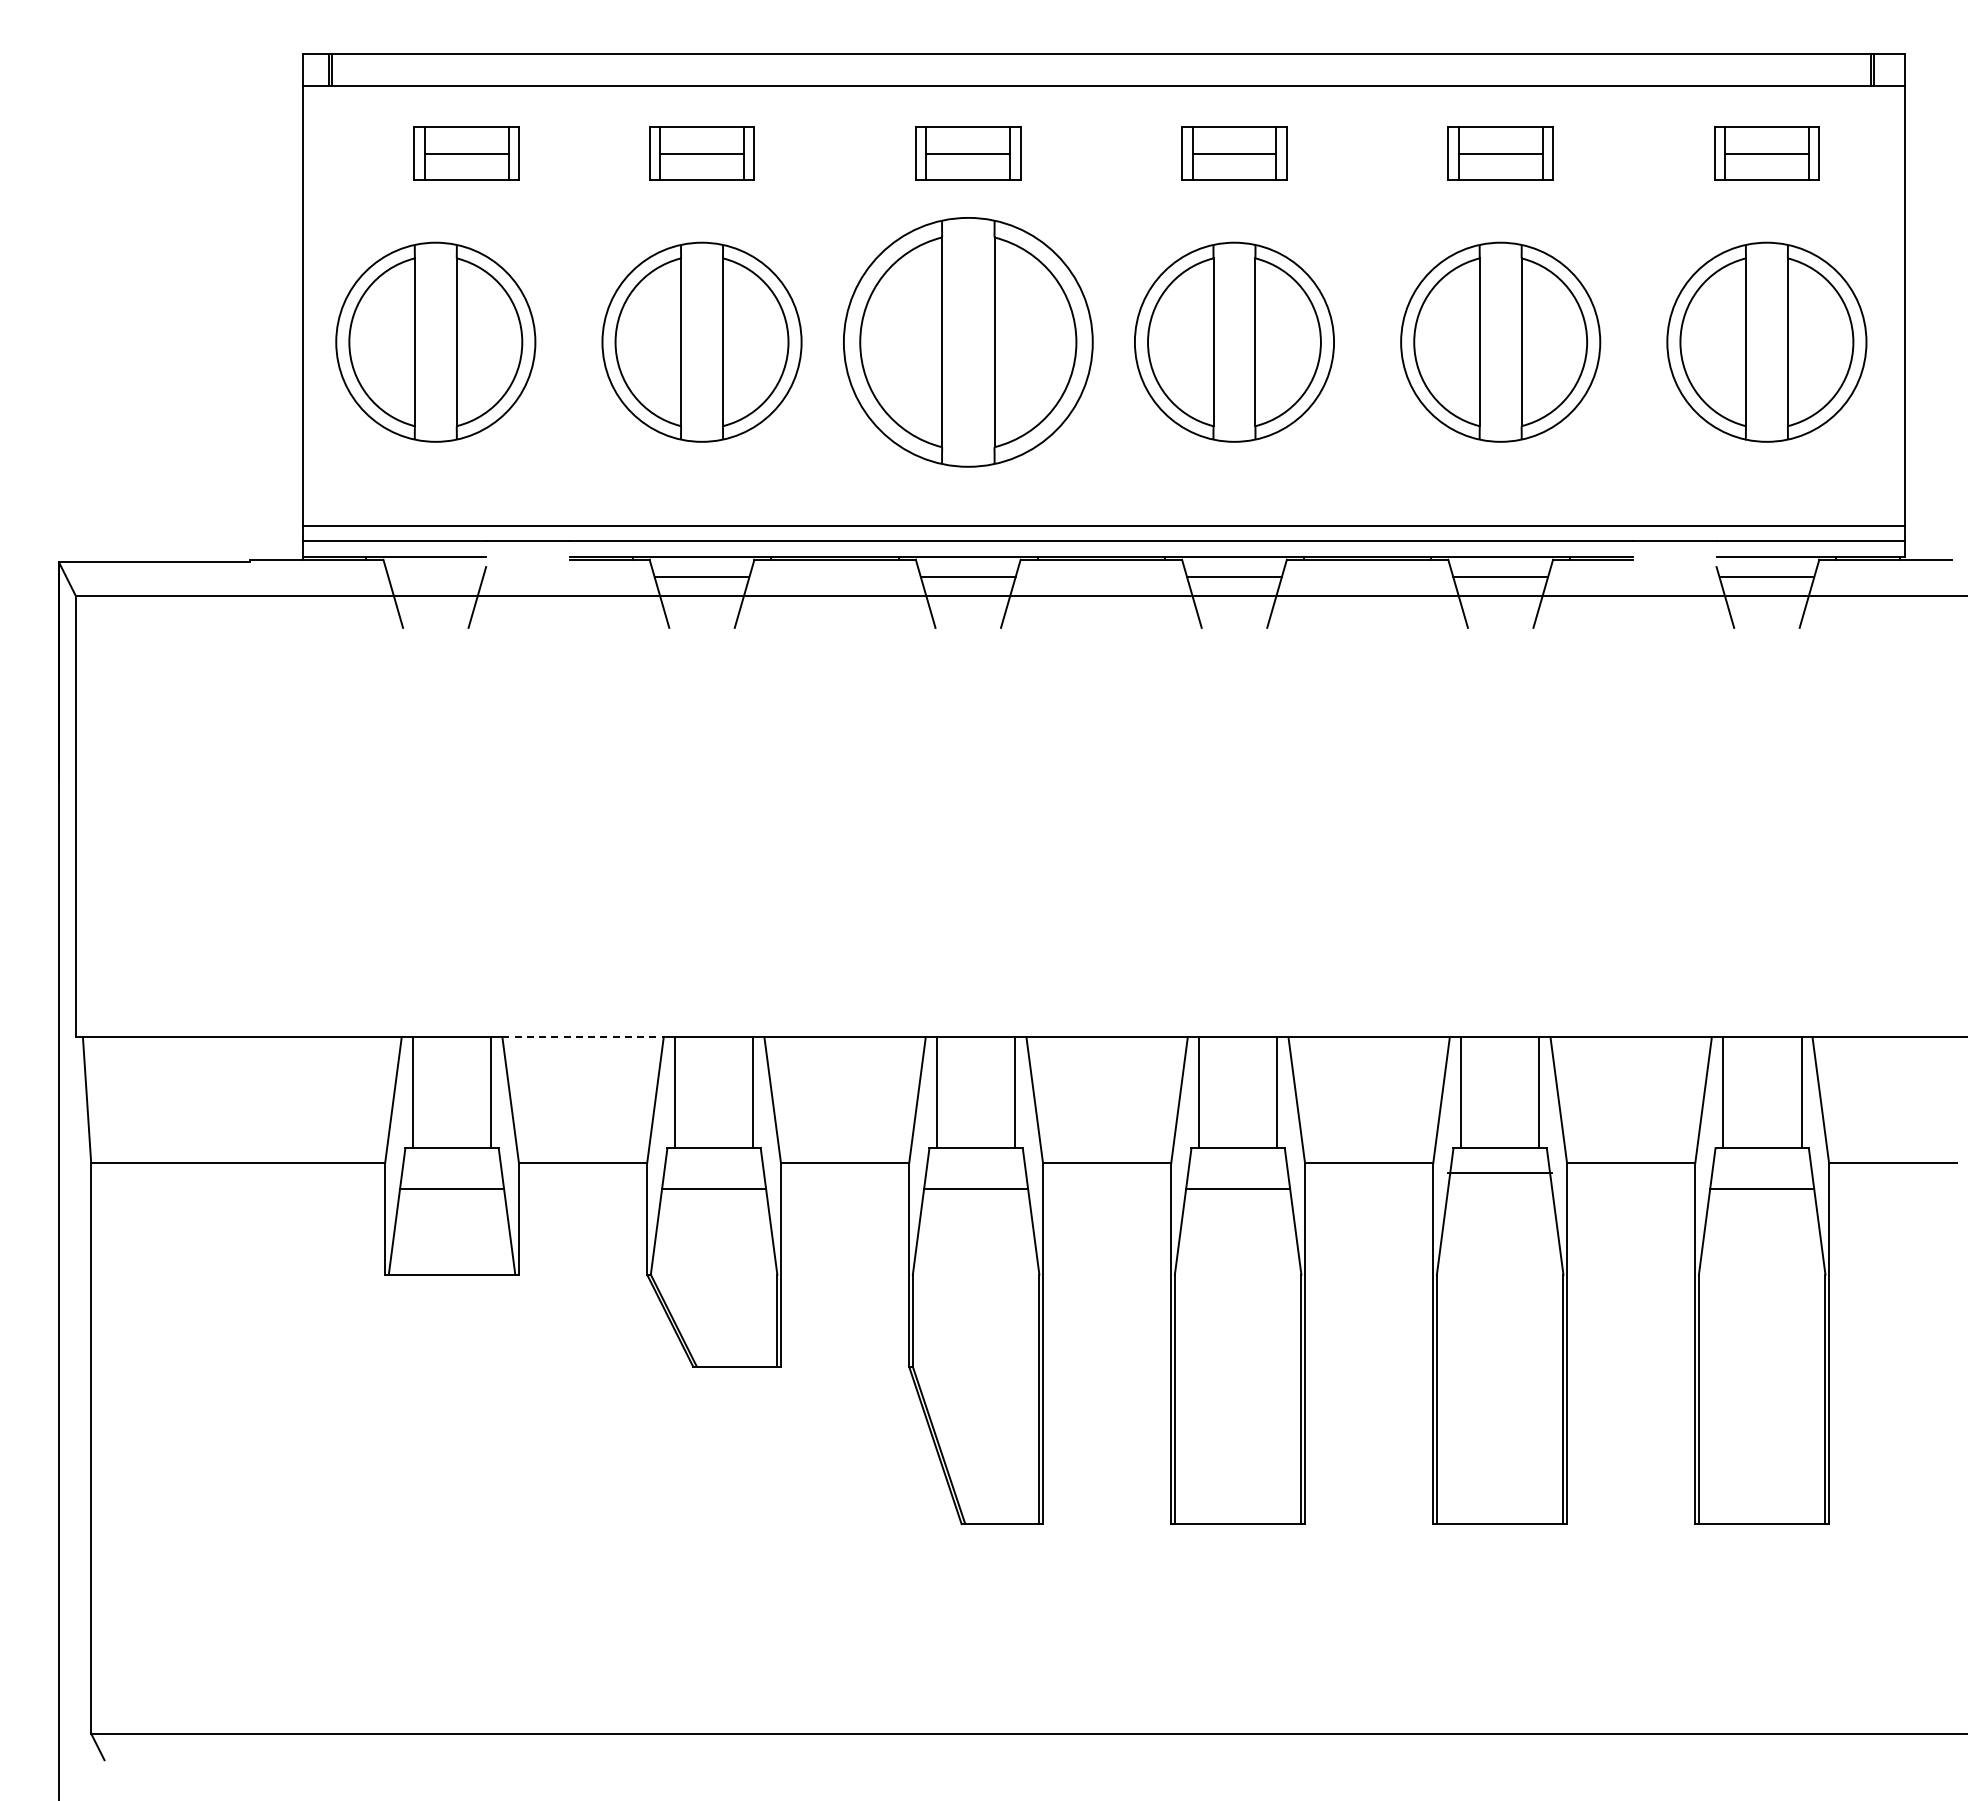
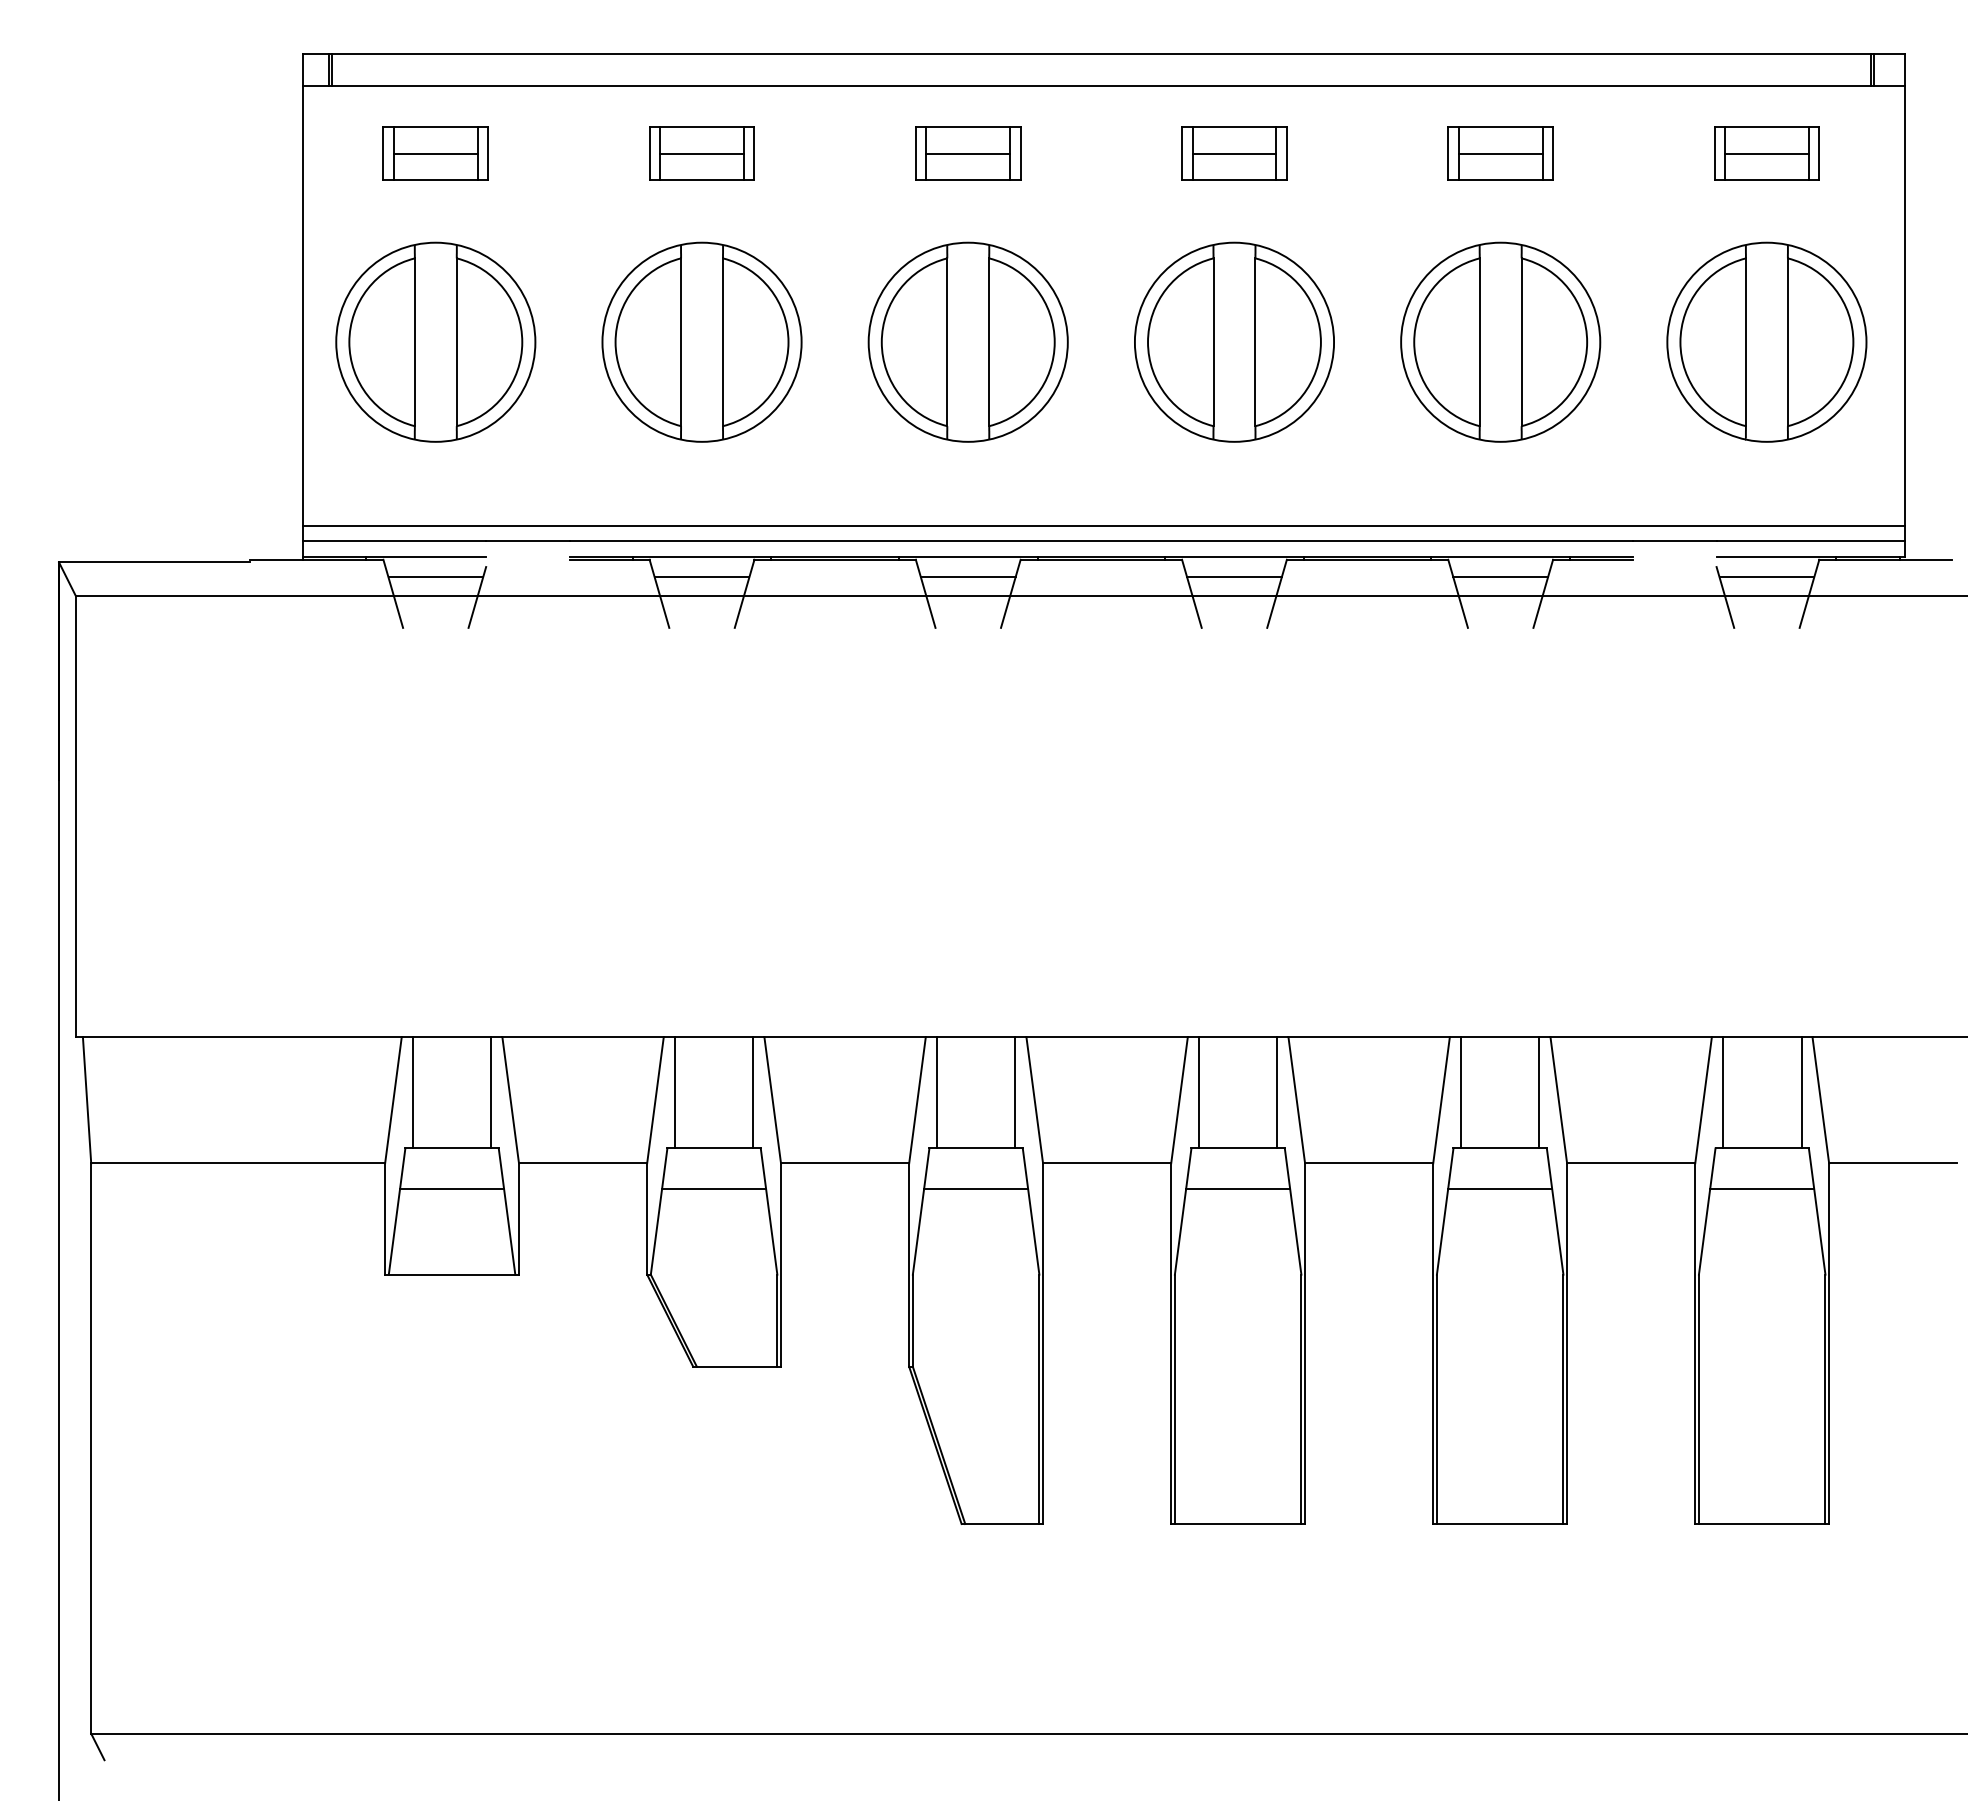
part at (466, 153) position: (466, 153) -> (435, 153)
part at (968, 342) size: 251x251 px -> 202x202 px
line at (435, 577): none -> present
line at (583, 1037): dashed -> solid
line at (1500, 1172) position: (1500, 1172) -> (1500, 1188)
